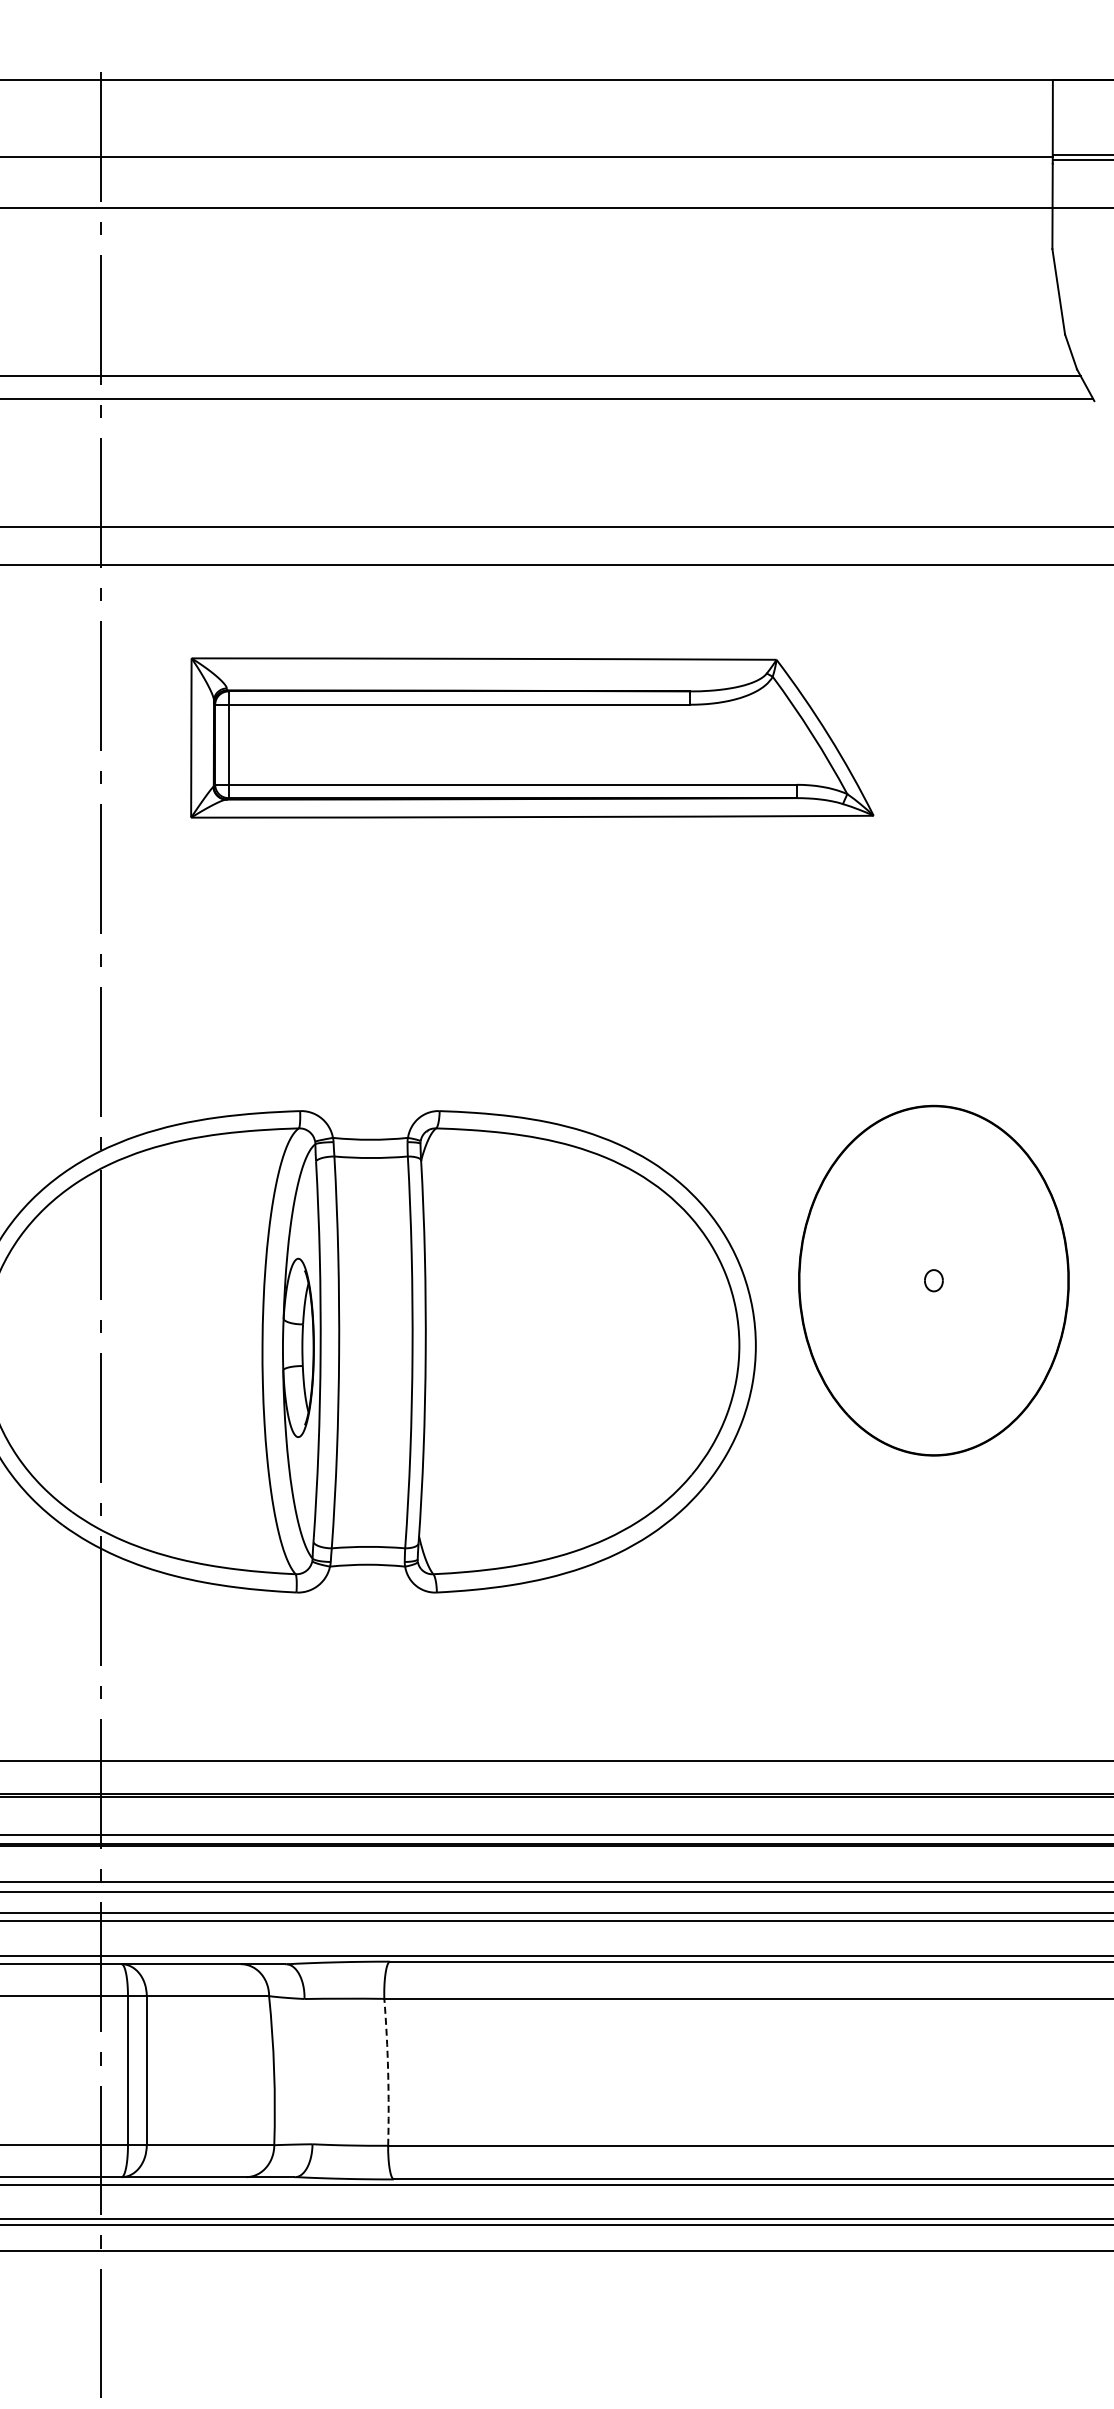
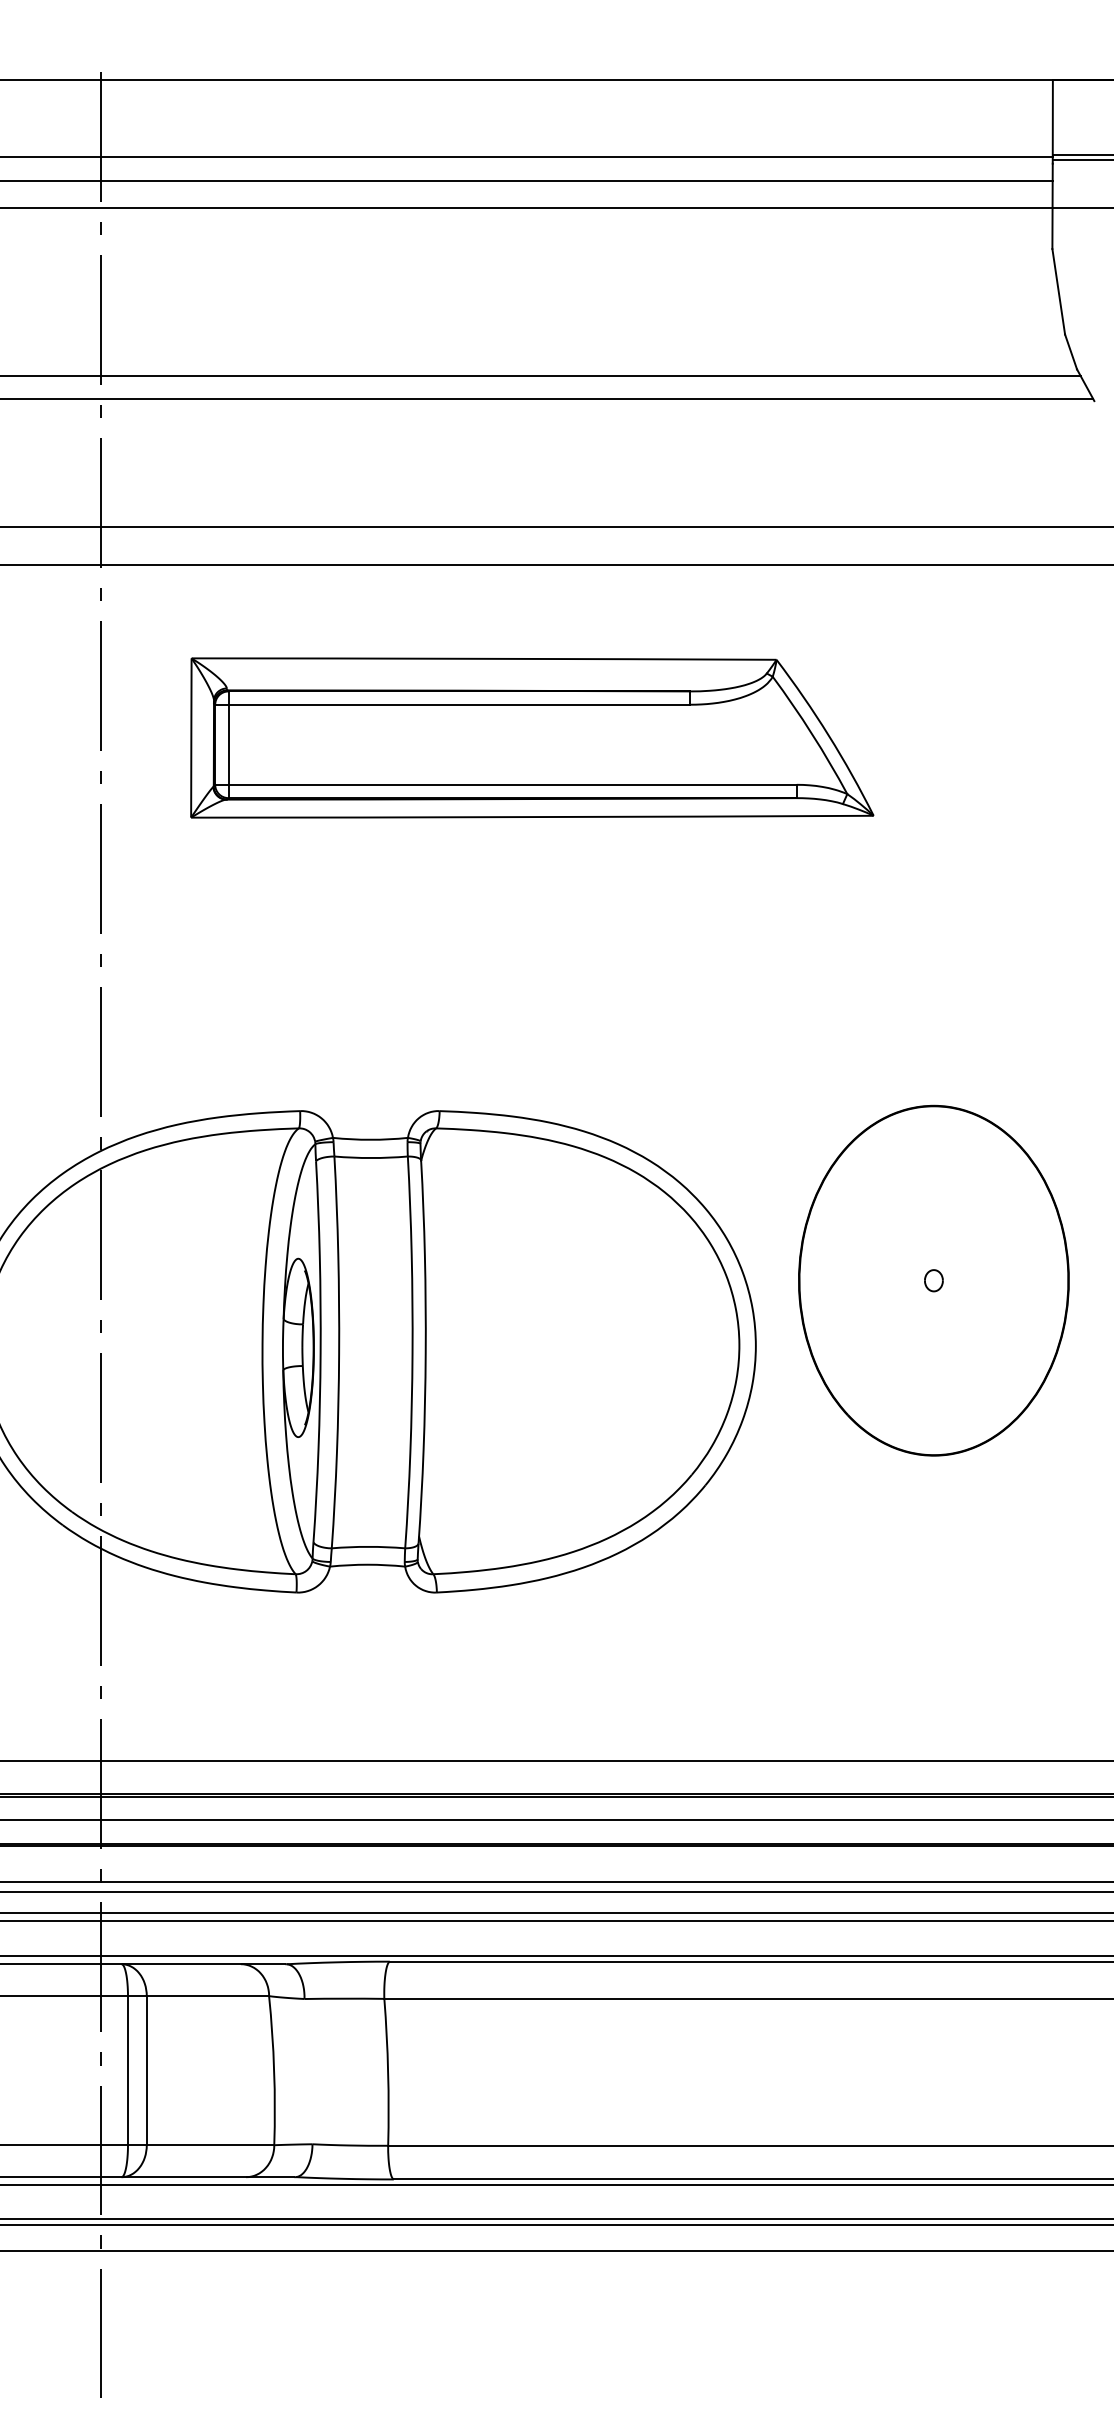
line at (527, 181): none -> present
line at (556, 1835) position: (556, 1835) -> (556, 1820)
arc at (388, 2072): dashed -> solid
